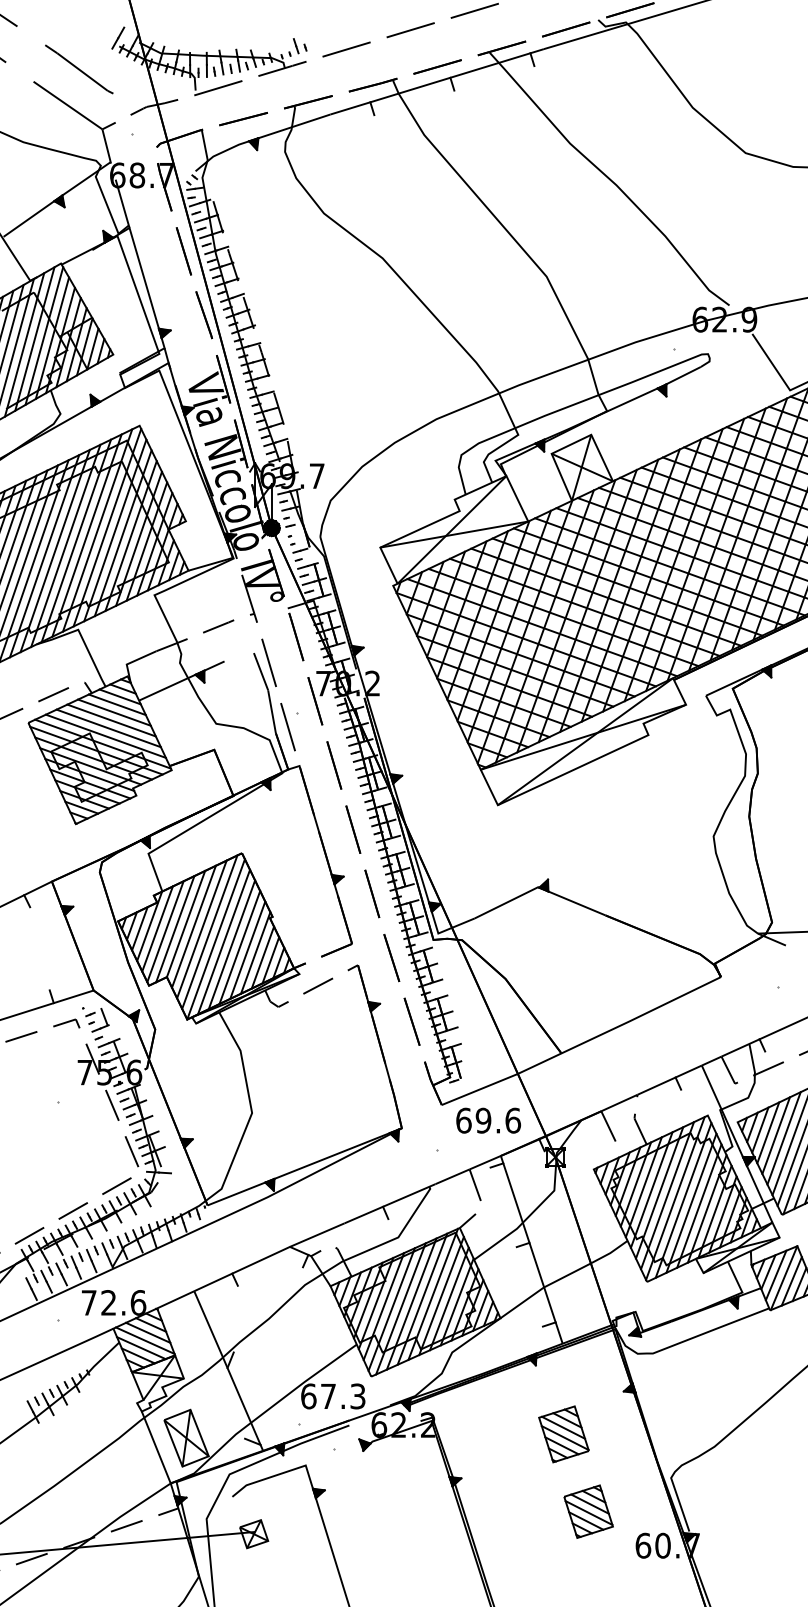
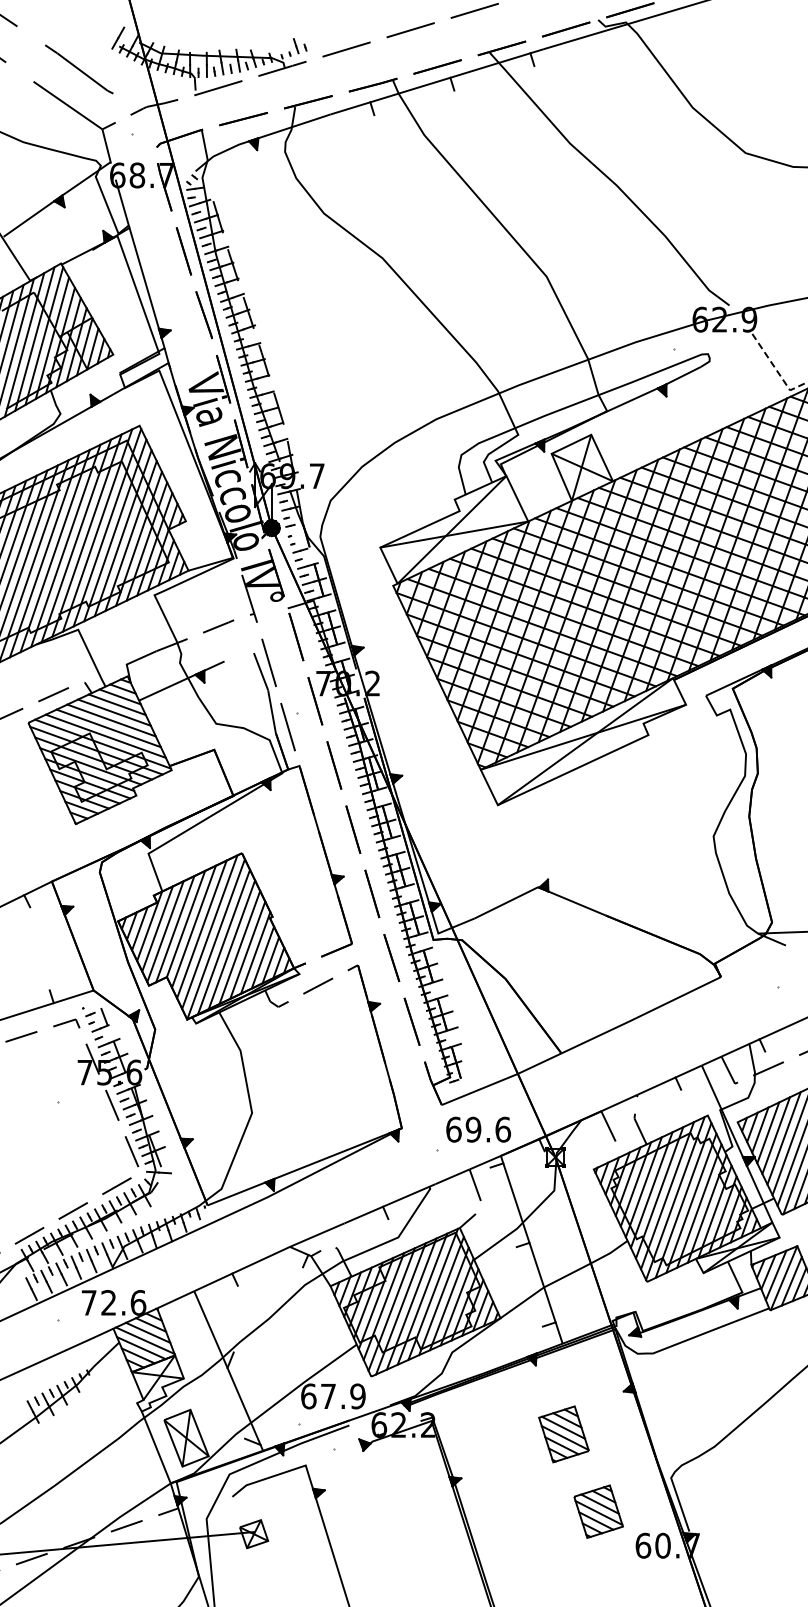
line at (777, 371): solid -> dashed
text at (488, 1120) position: (488, 1120) -> (478, 1129)
text at (357, 1396): 67.3 -> 67.9
part at (588, 1511) position: (588, 1511) -> (598, 1511)
